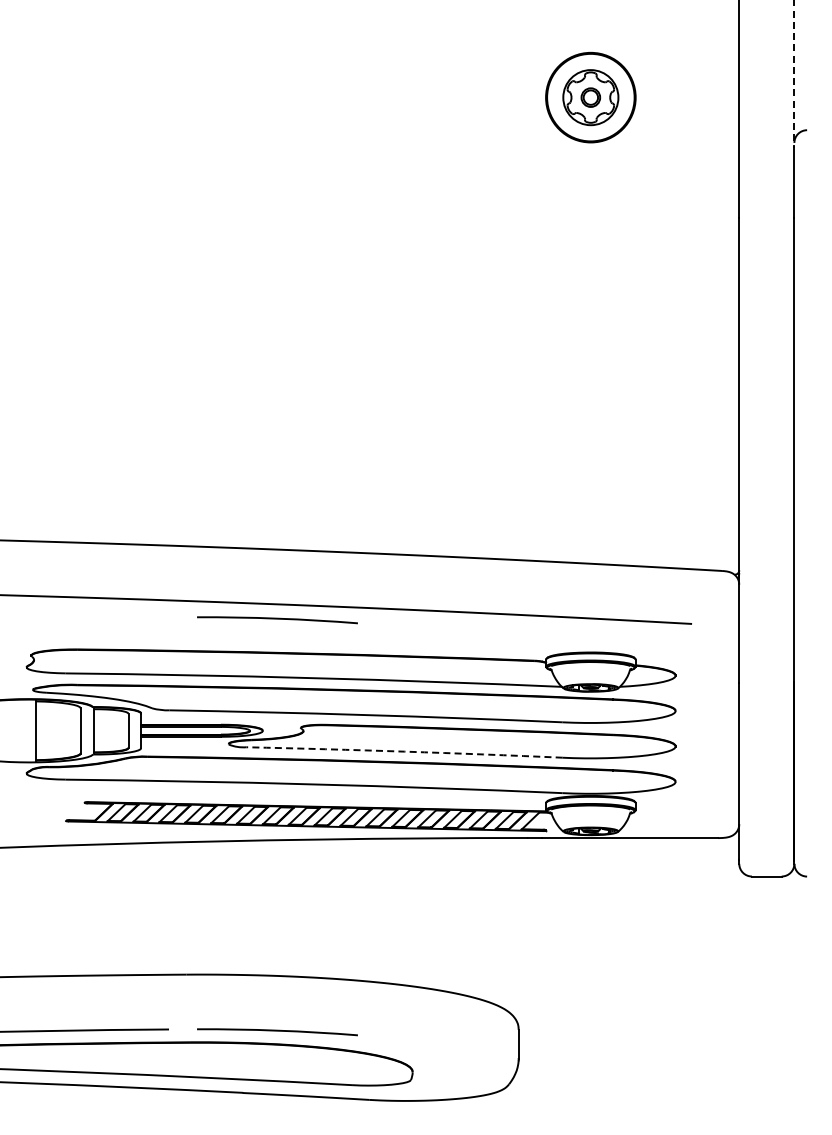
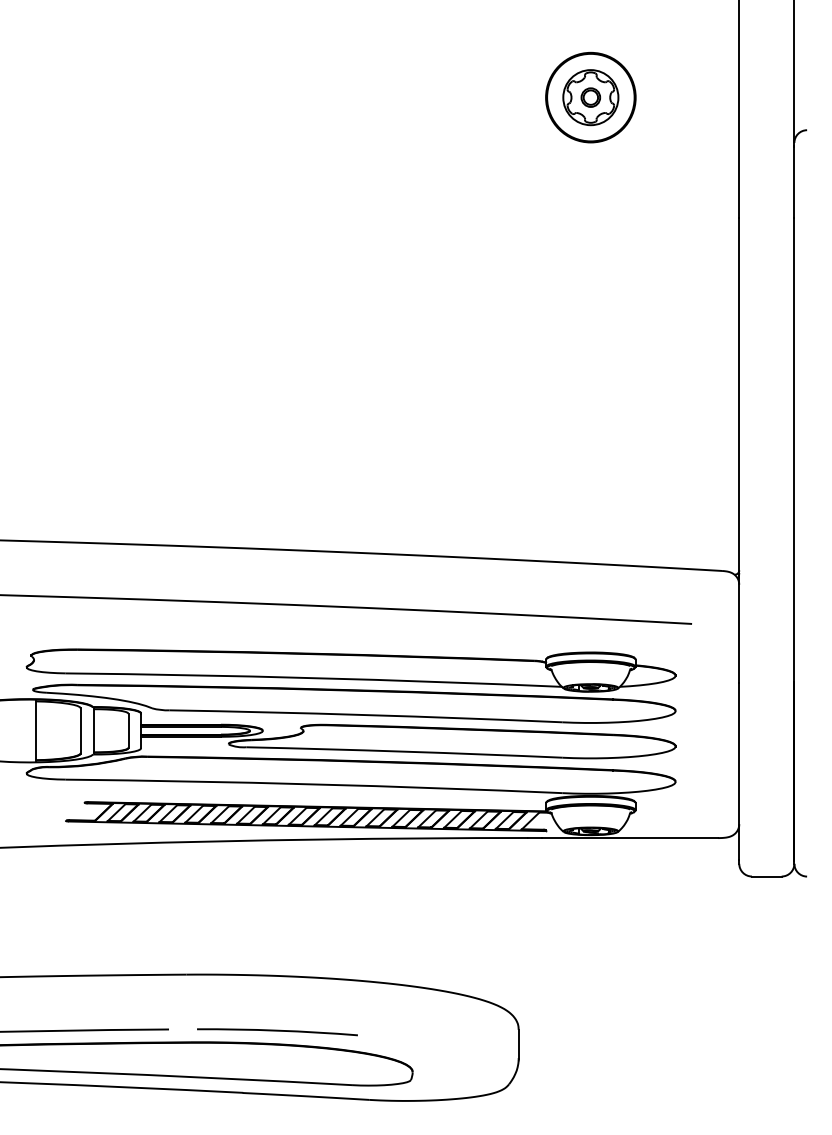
line at (794, 72): dashed -> solid
arc at (277, 619): present -> none
arc at (404, 751): dashed -> solid
